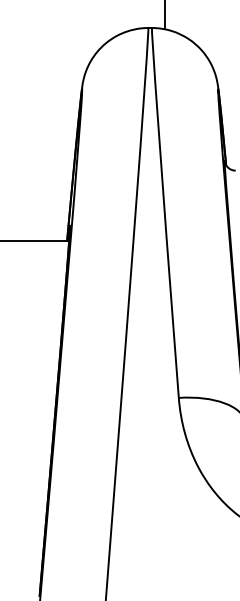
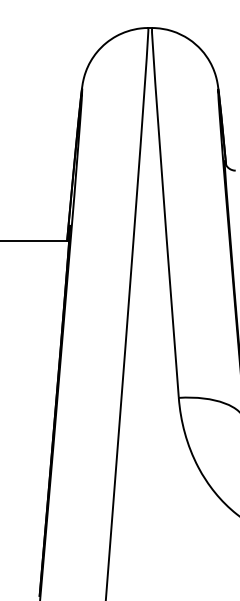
line at (165, 15): present -> none
